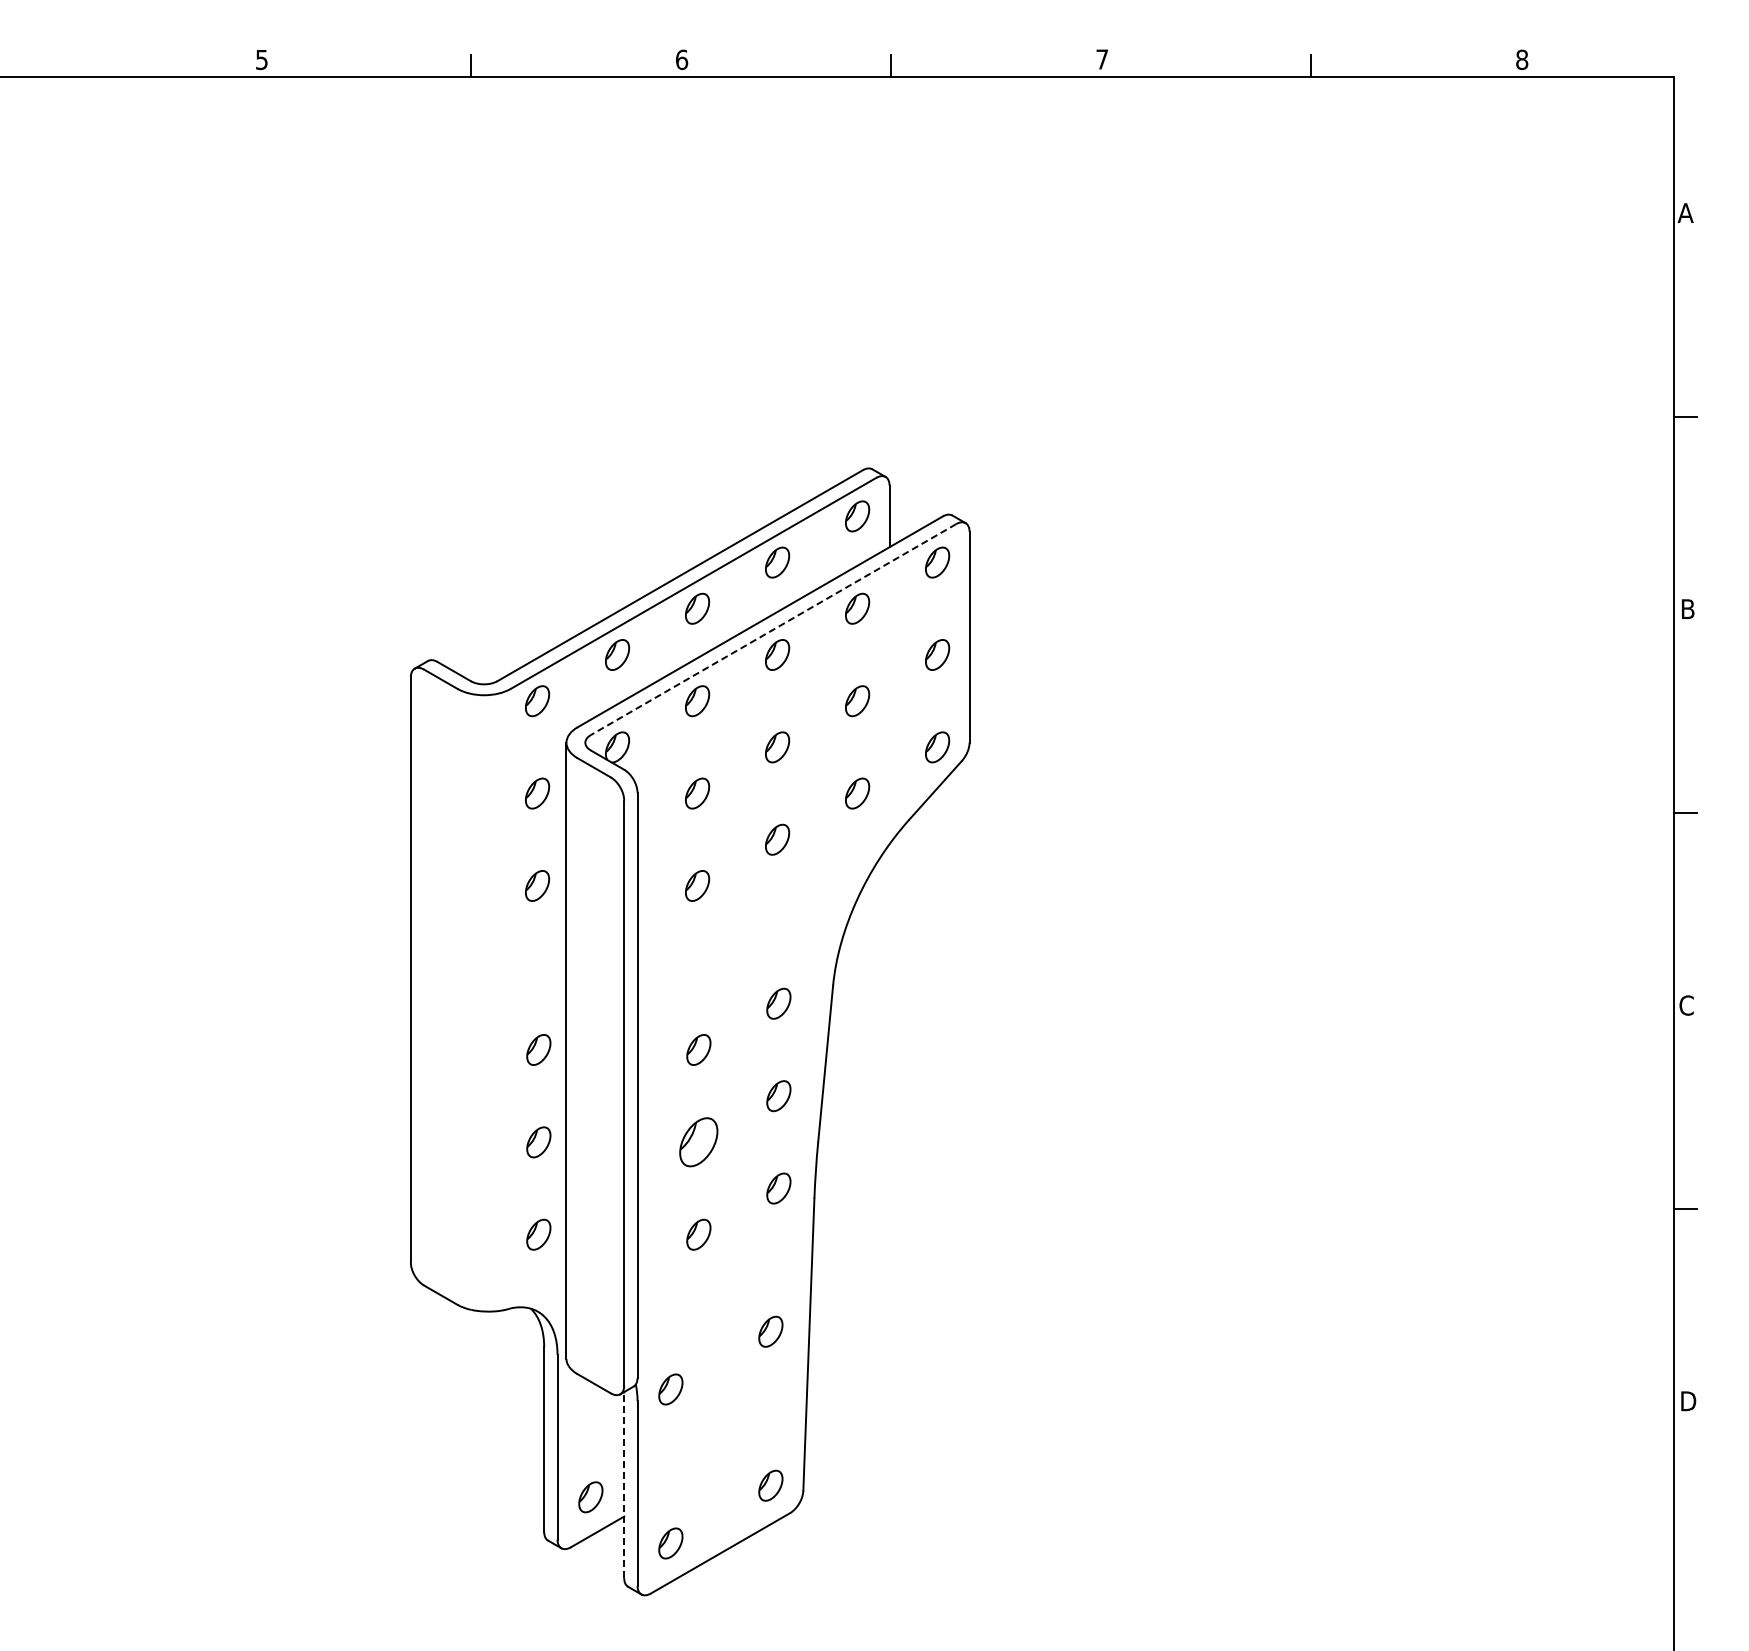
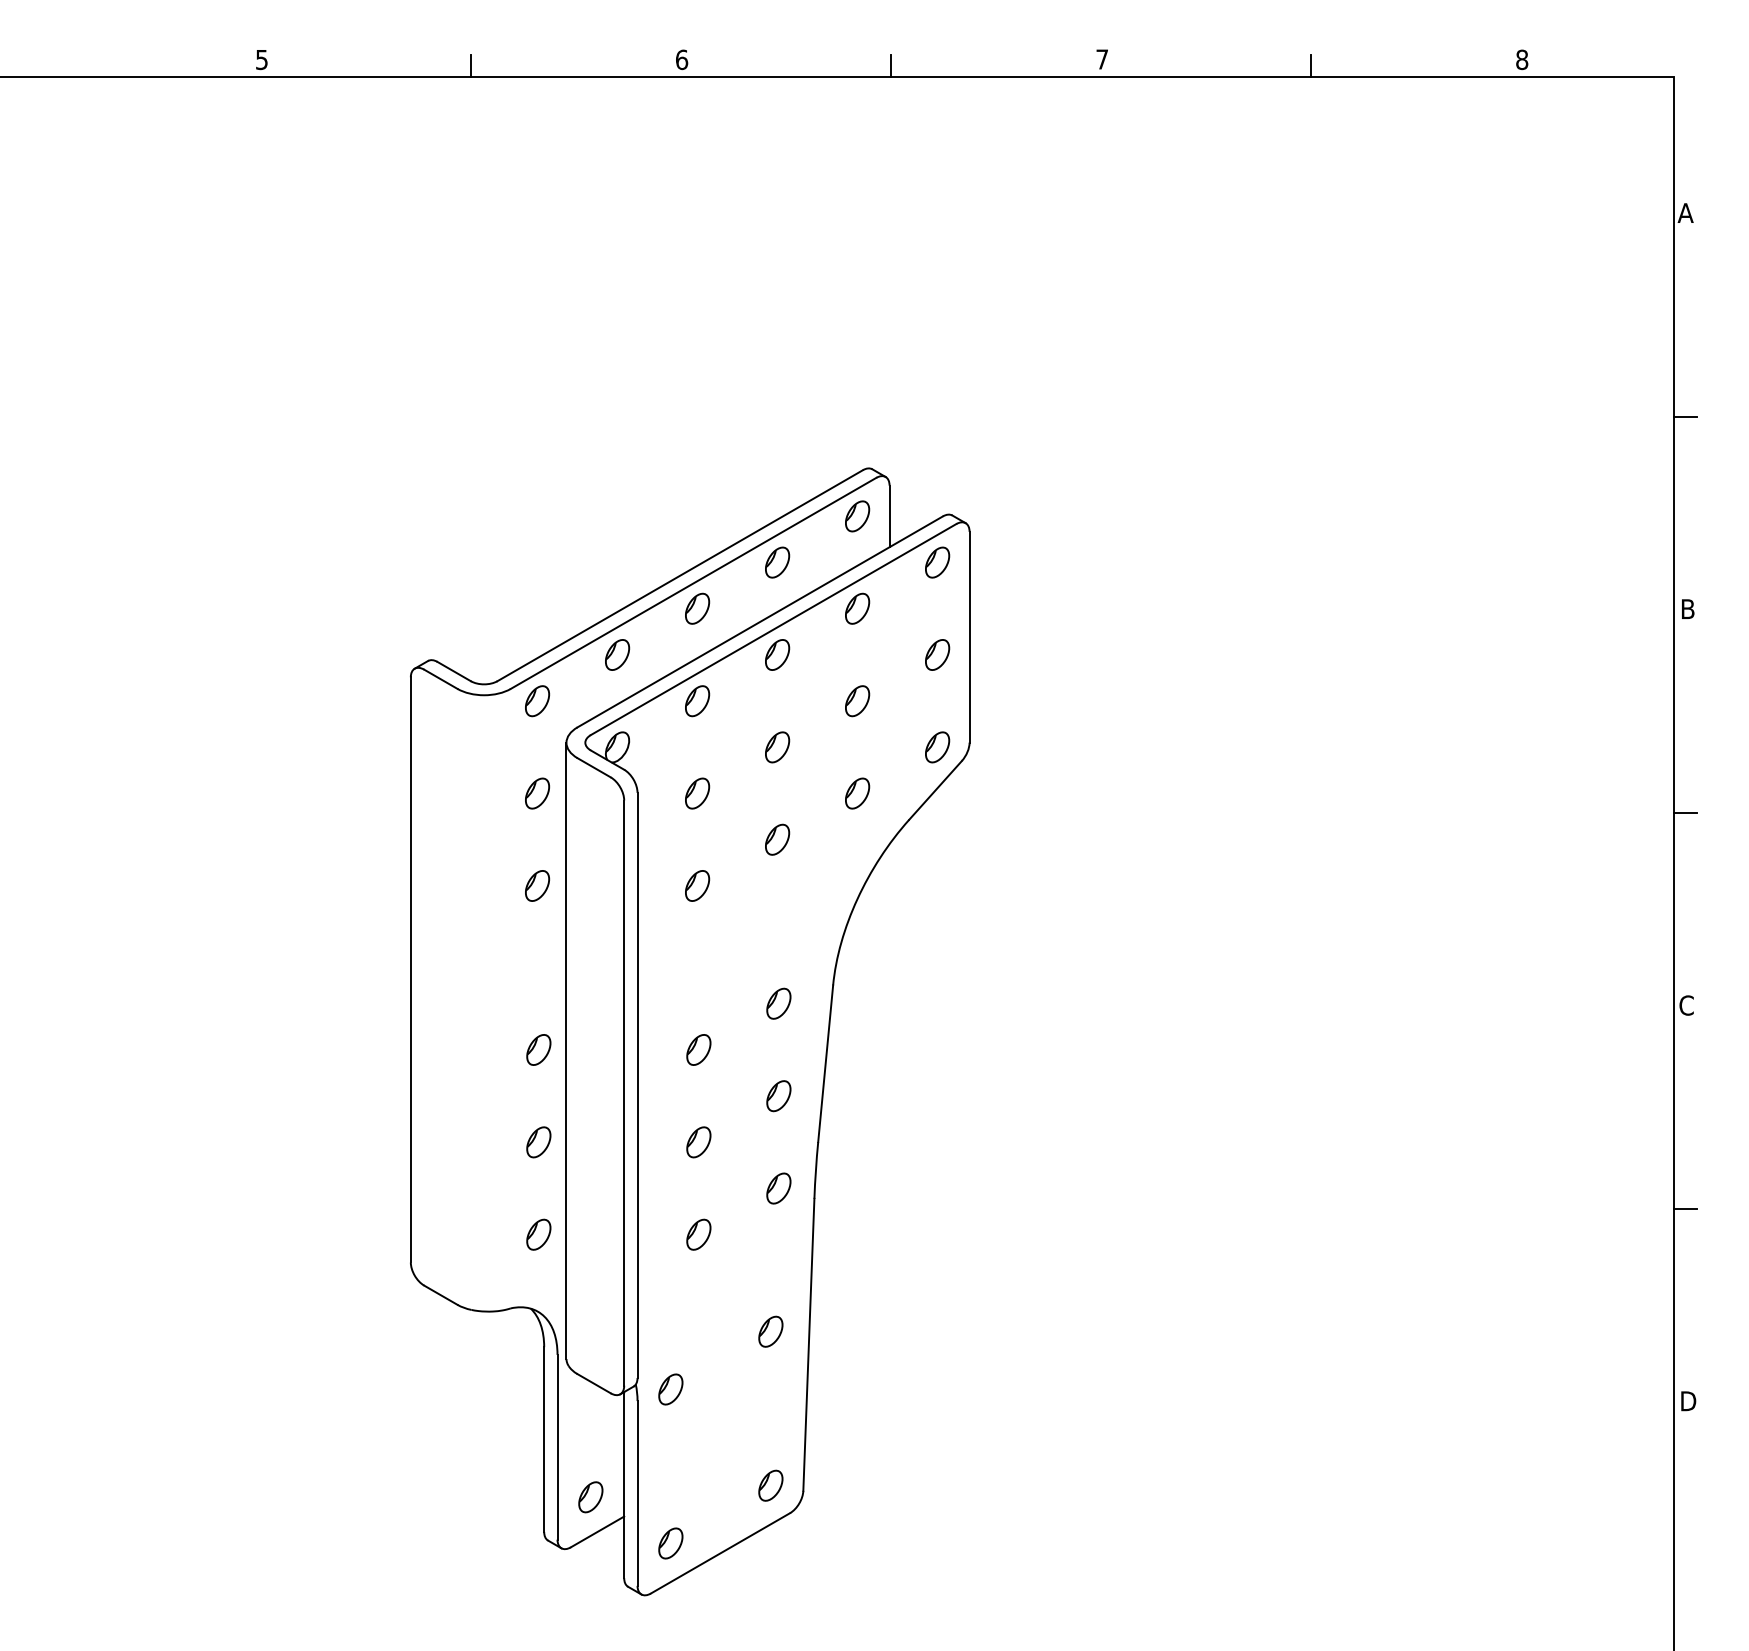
line at (773, 629): dashed -> solid
part at (698, 1142) size: 40x51 px -> 26x33 px
line at (624, 1485): dashed -> solid
